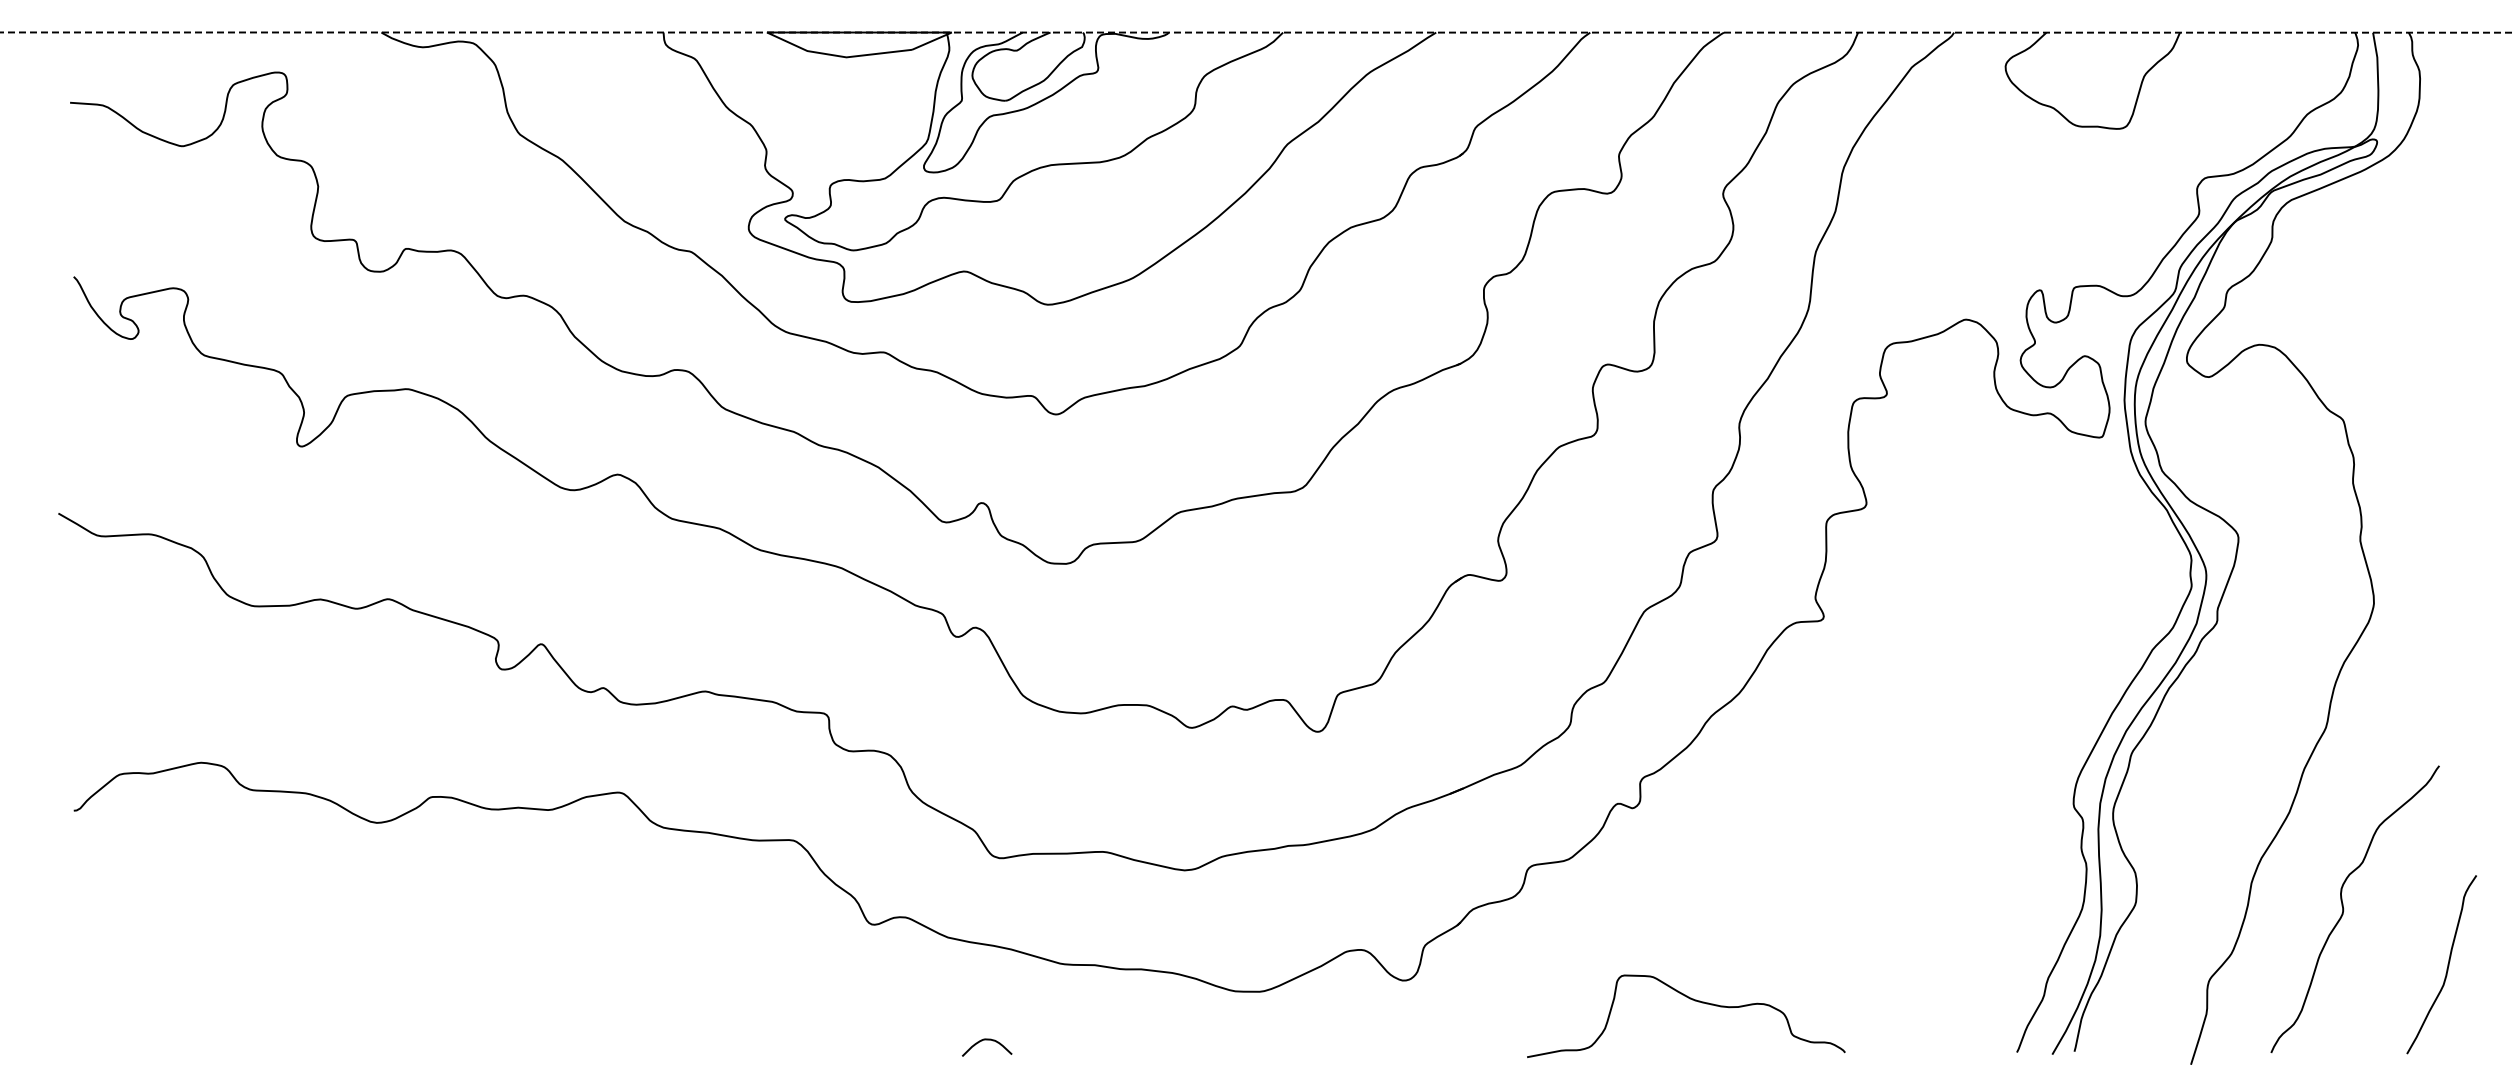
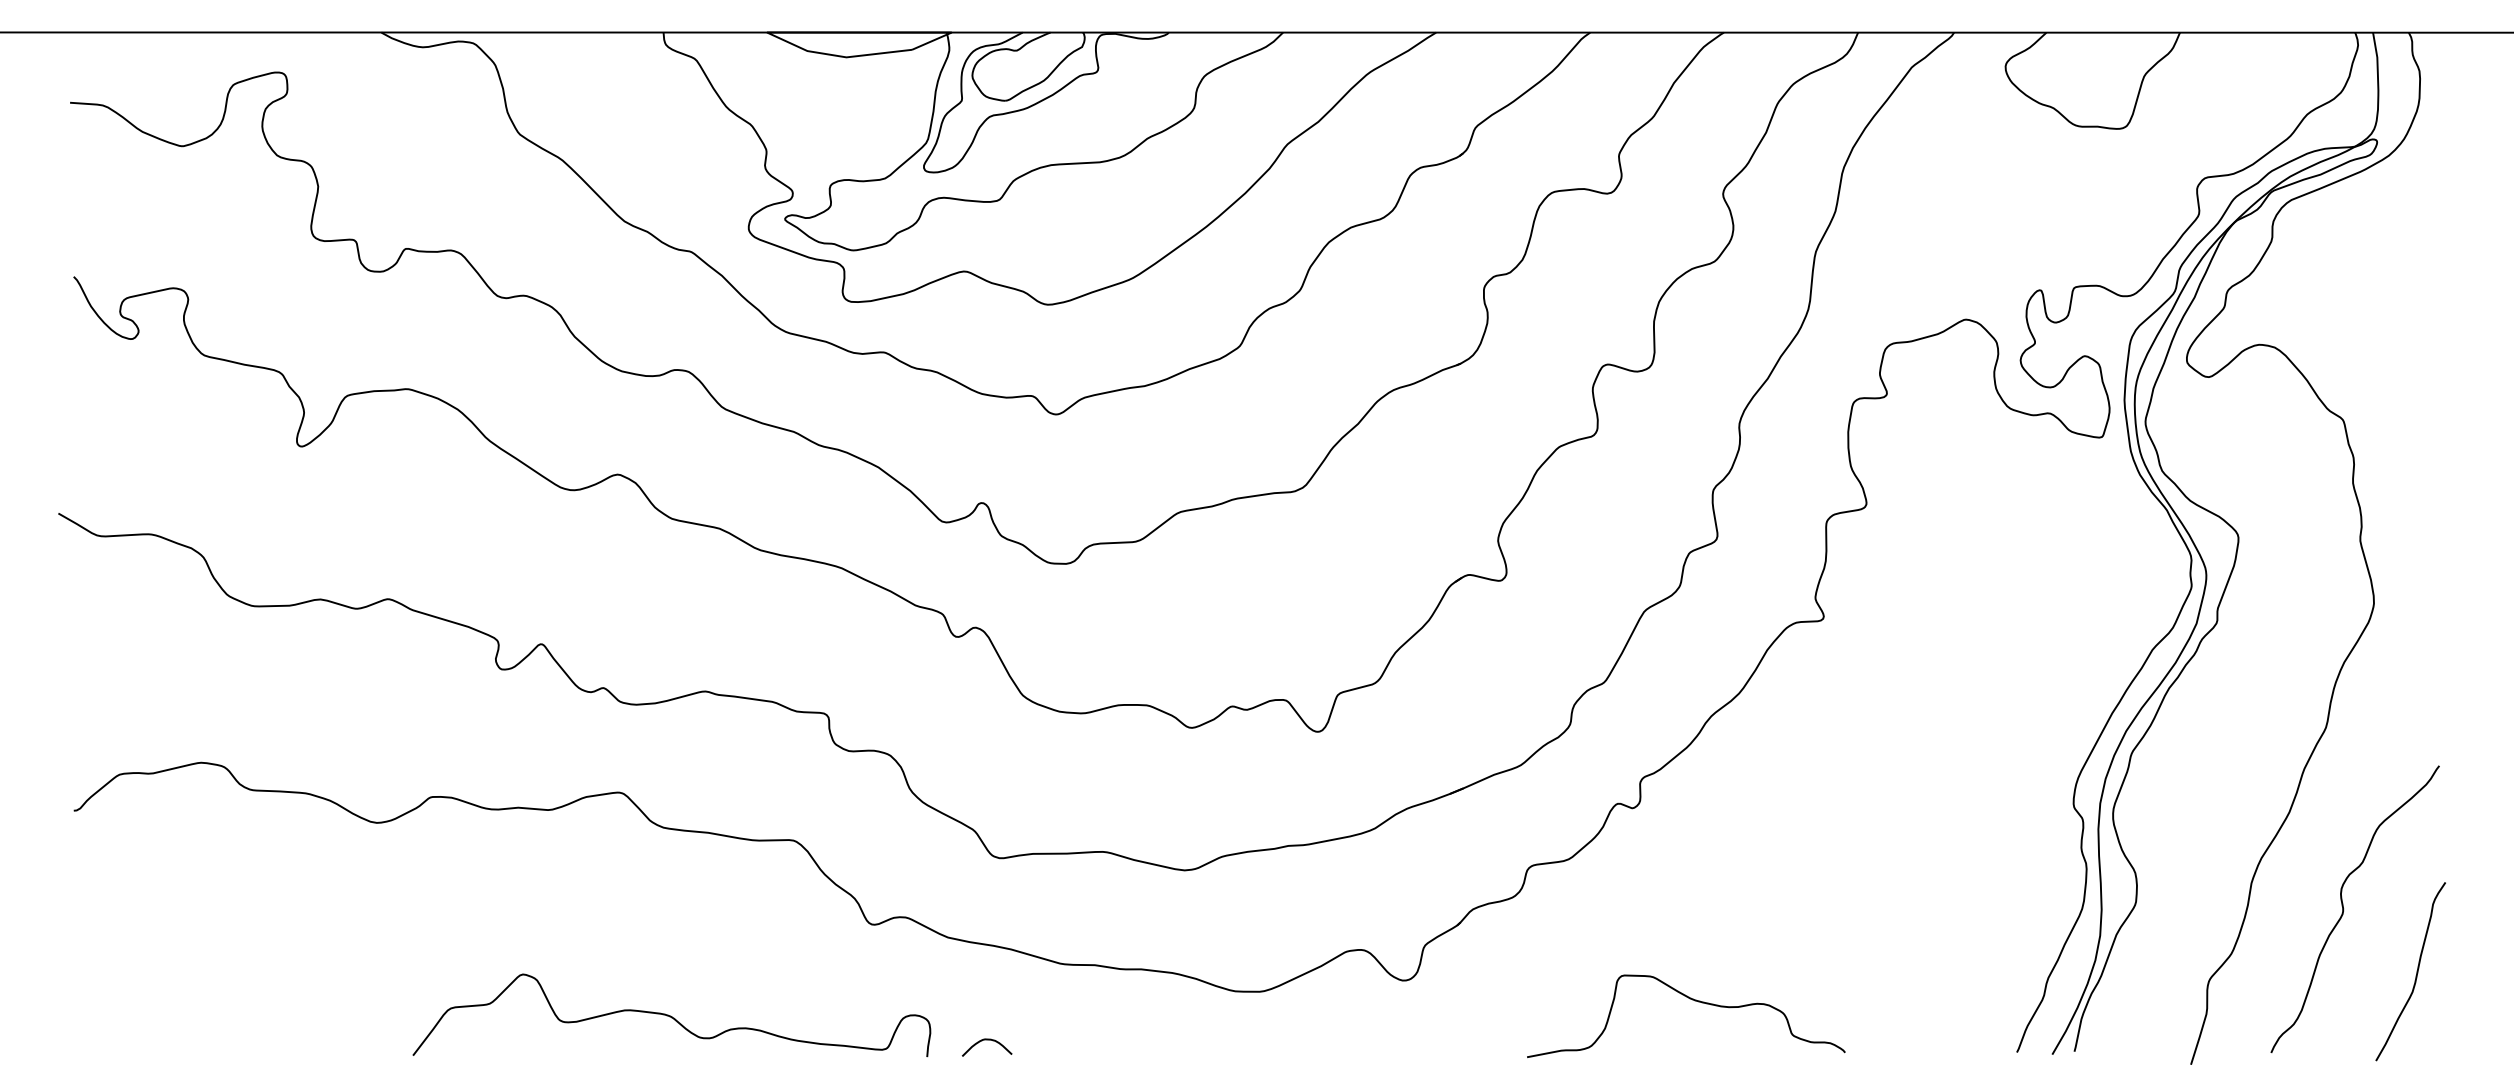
line at (1257, 32): dashed -> solid
curve at (2447, 964) position: (2447, 964) -> (2416, 971)
curve at (670, 1015): none -> present
